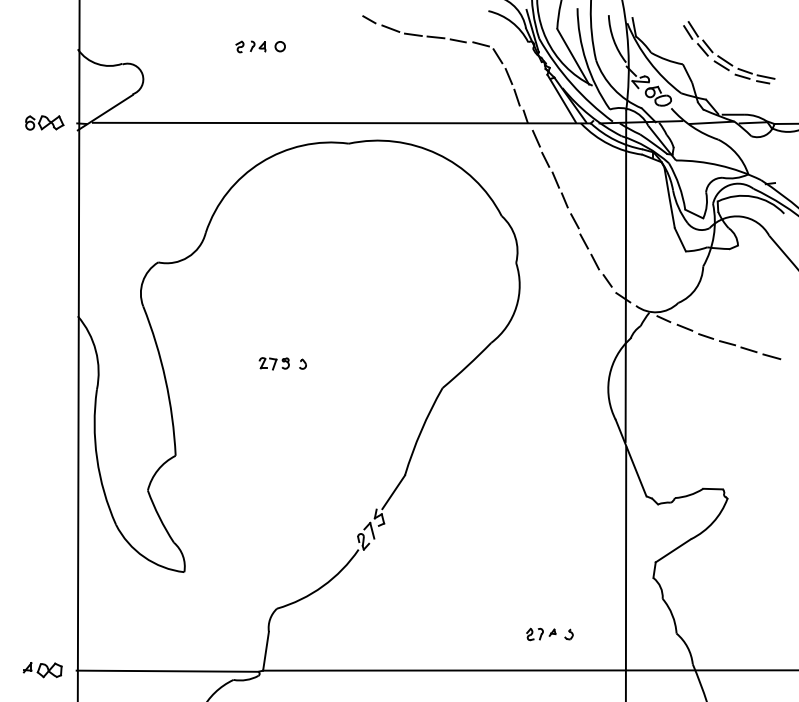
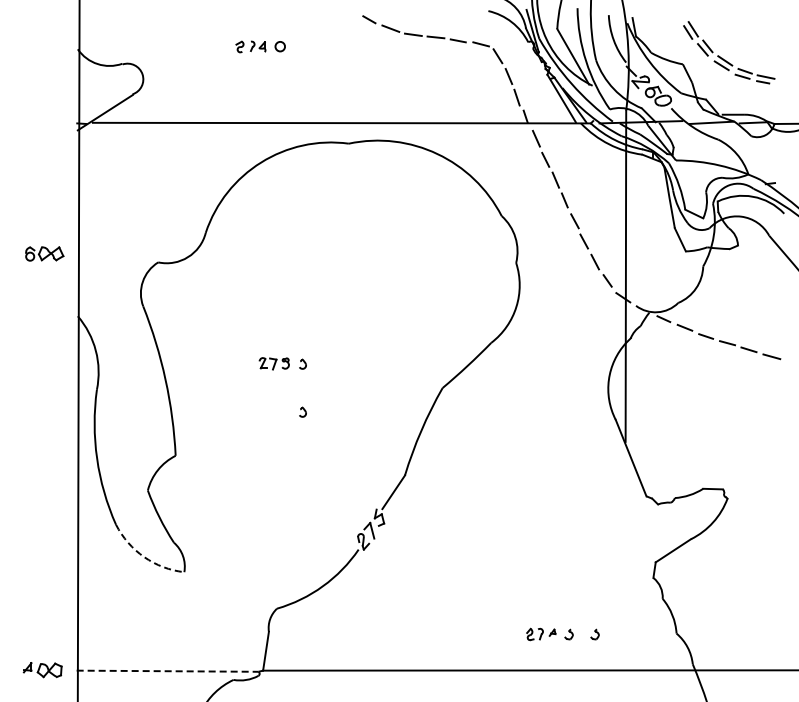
part at (44, 122) position: (44, 122) -> (44, 253)
part at (302, 411): none -> present
arc at (144, 557): solid -> dashed
line at (625, 572): present -> none
part at (594, 634): none -> present
line at (167, 671): solid -> dashed
